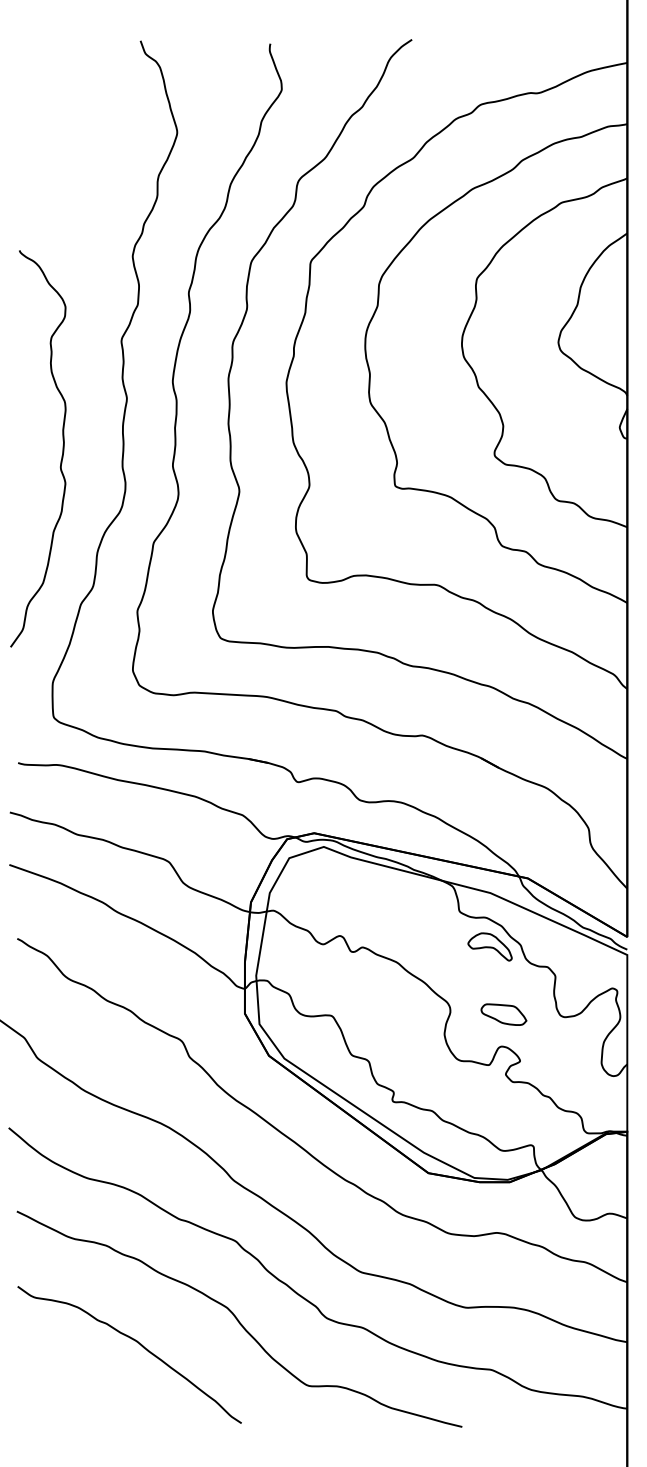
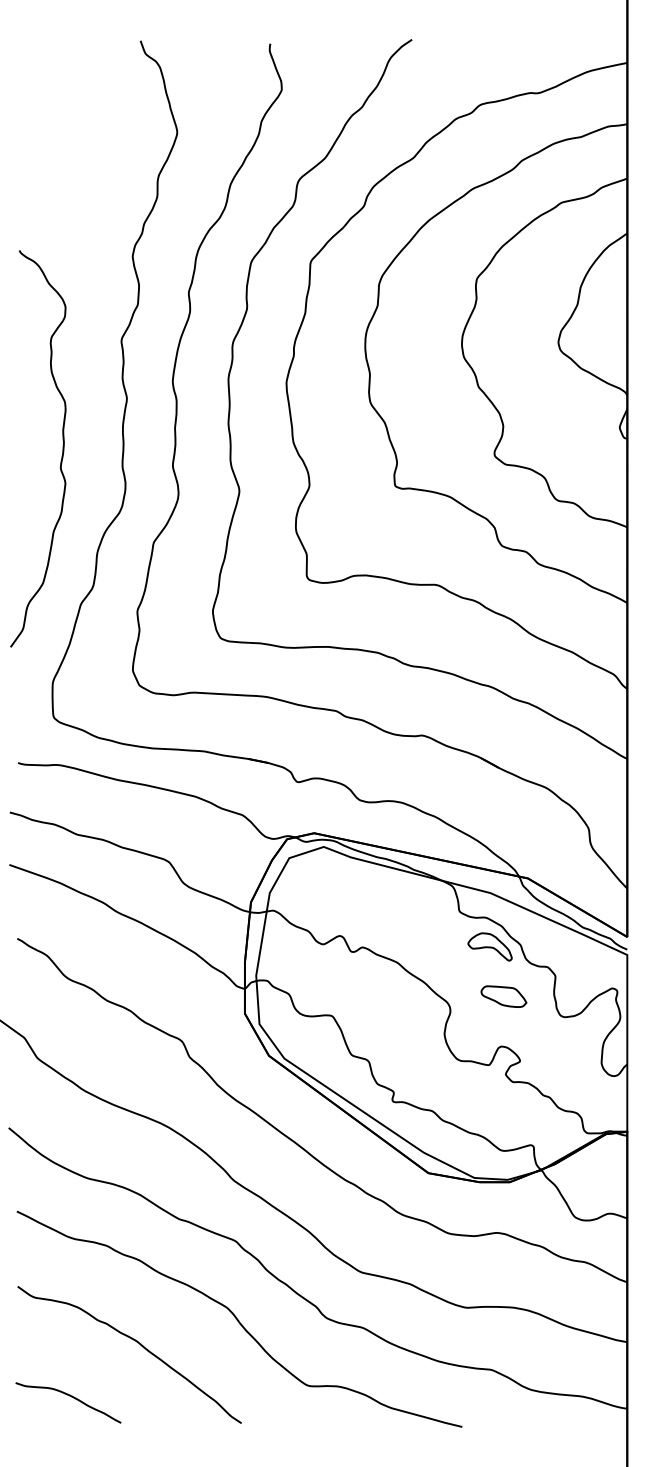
part at (503, 1014) position: (503, 1014) -> (503, 996)
curve at (71, 1397): none -> present
